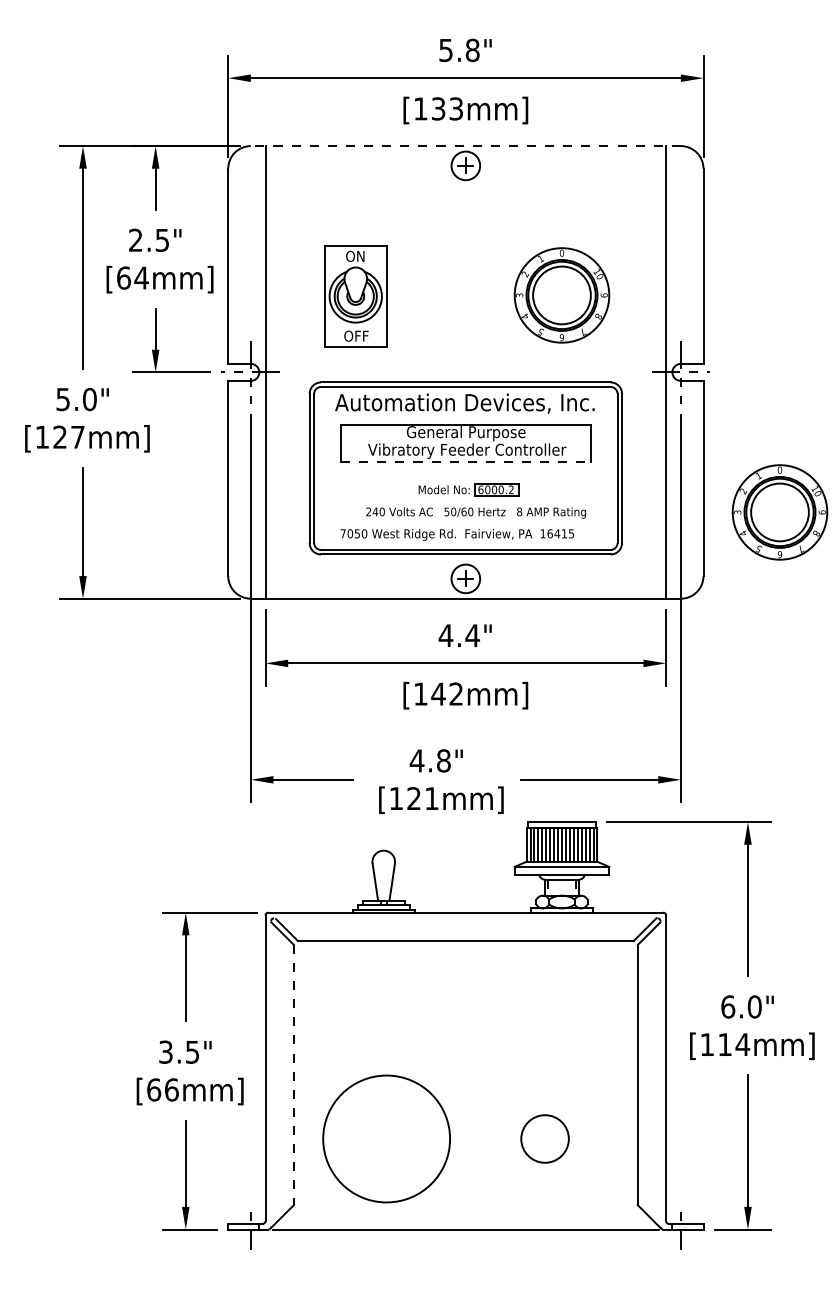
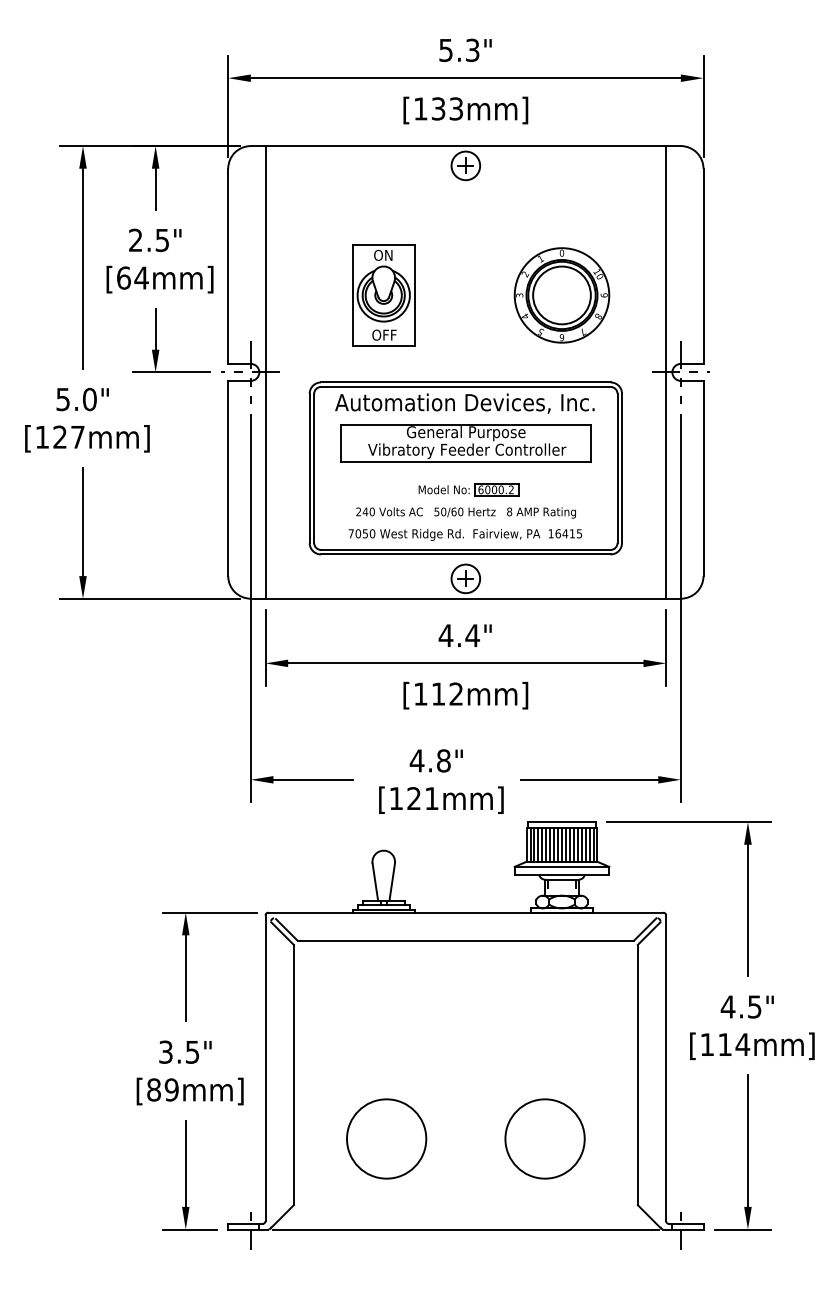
text at (472, 49): 5.8" -> 5.3"
line at (465, 146): dashed -> solid
part at (355, 296) position: (355, 296) -> (383, 295)
line at (465, 461): dashed -> solid
text at (475, 512) position: (475, 512) -> (465, 512)
part at (779, 512): present -> none
text at (456, 534) position: (456, 534) -> (464, 534)
text at (438, 693): [142mm] -> [112mm]
text at (740, 1006): 6.0" -> 4.5"
line at (293, 1075): dashed -> solid
text at (162, 1089): [66mm] -> [89mm]
circle at (386, 1138) diameter: 127 px -> 79 px
circle at (544, 1138) diameter: 48 px -> 79 px
